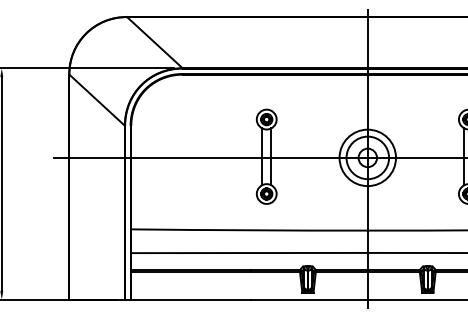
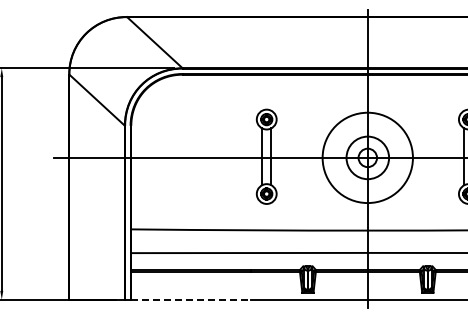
circle at (367, 157) diameter: 56 px -> 90 px
line at (190, 299): solid -> dashed
